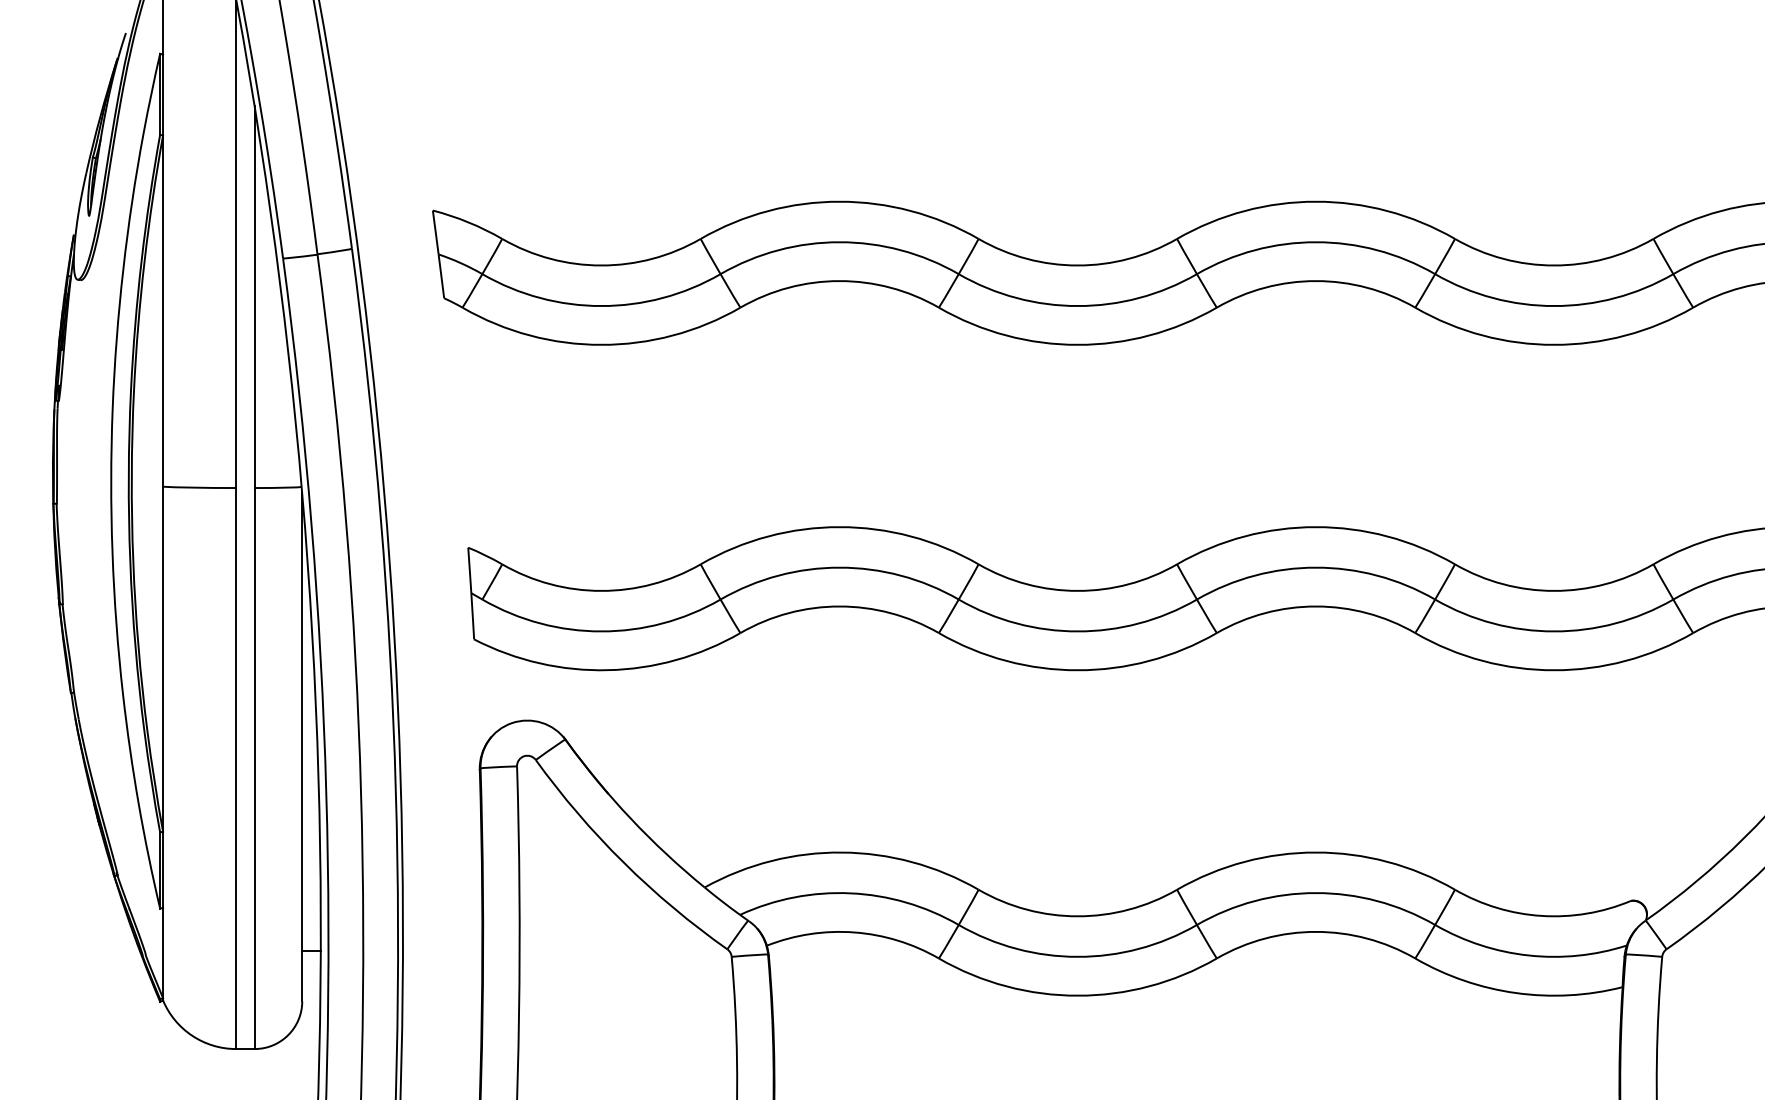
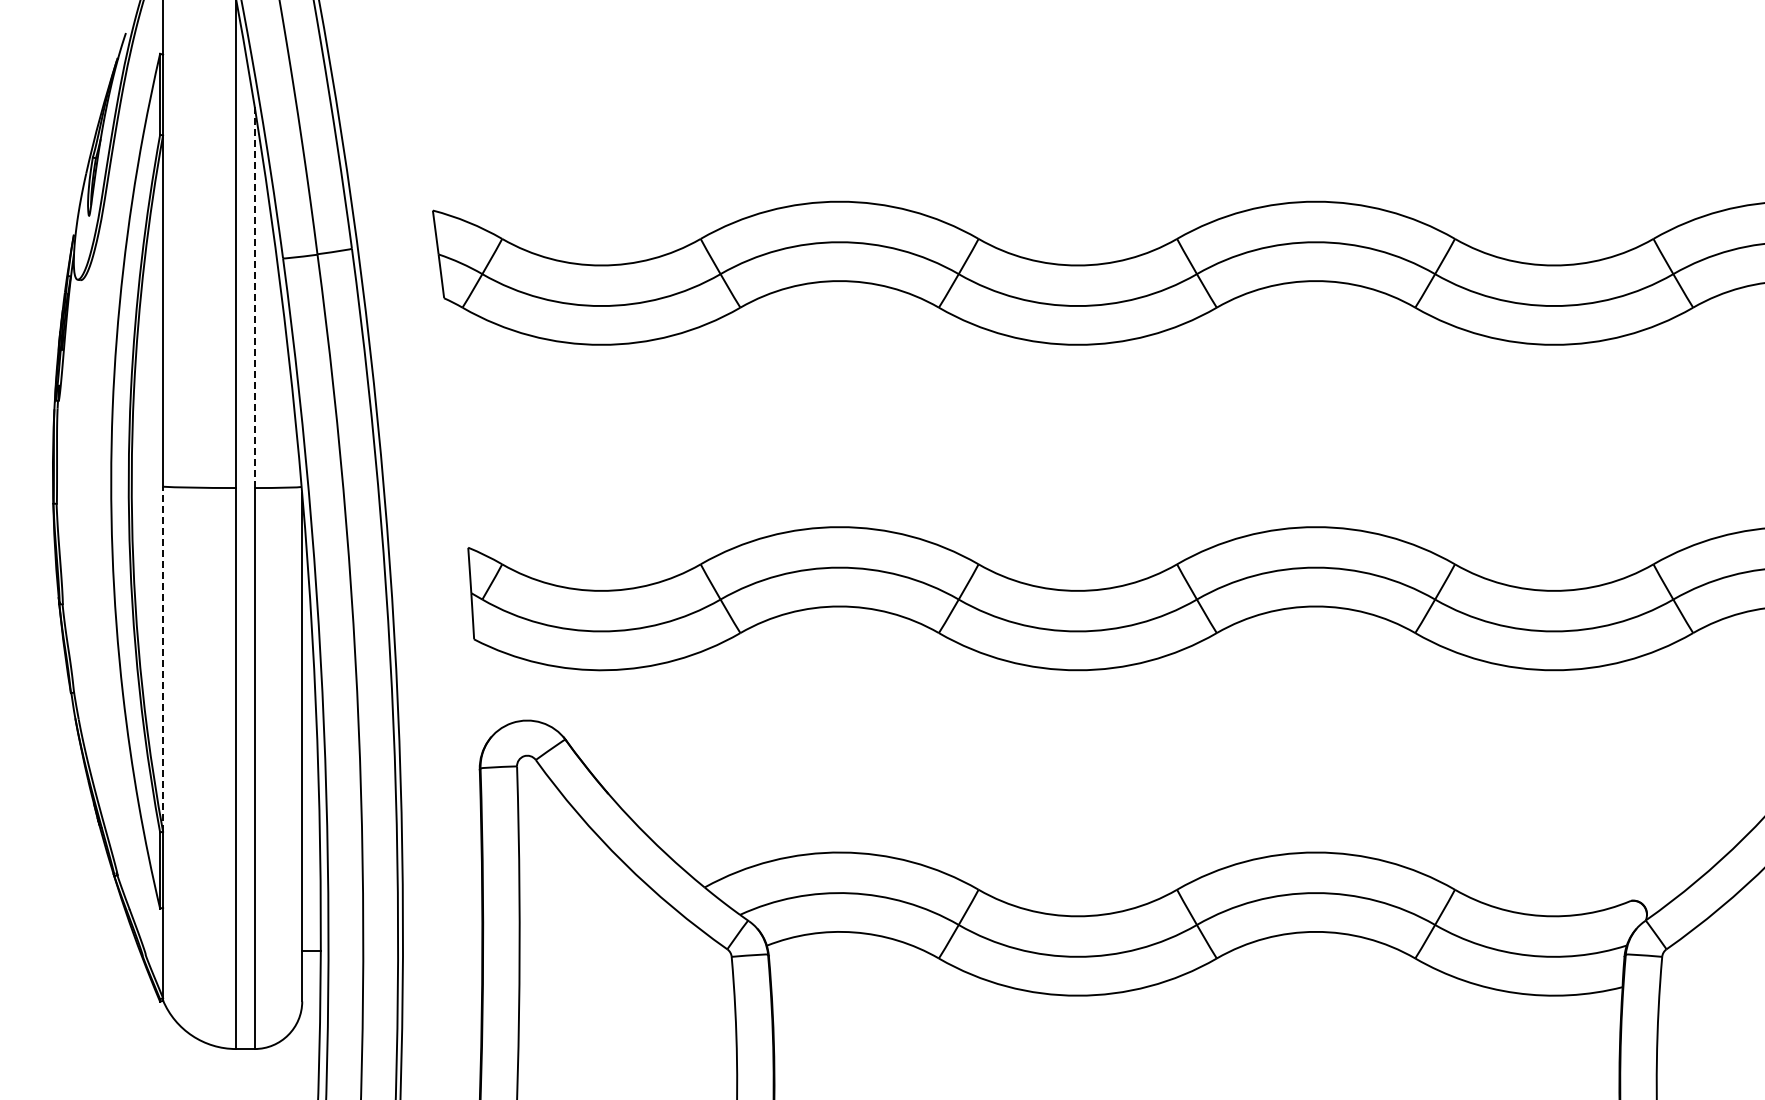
line at (254, 297): solid -> dashed
line at (163, 658): solid -> dashed
